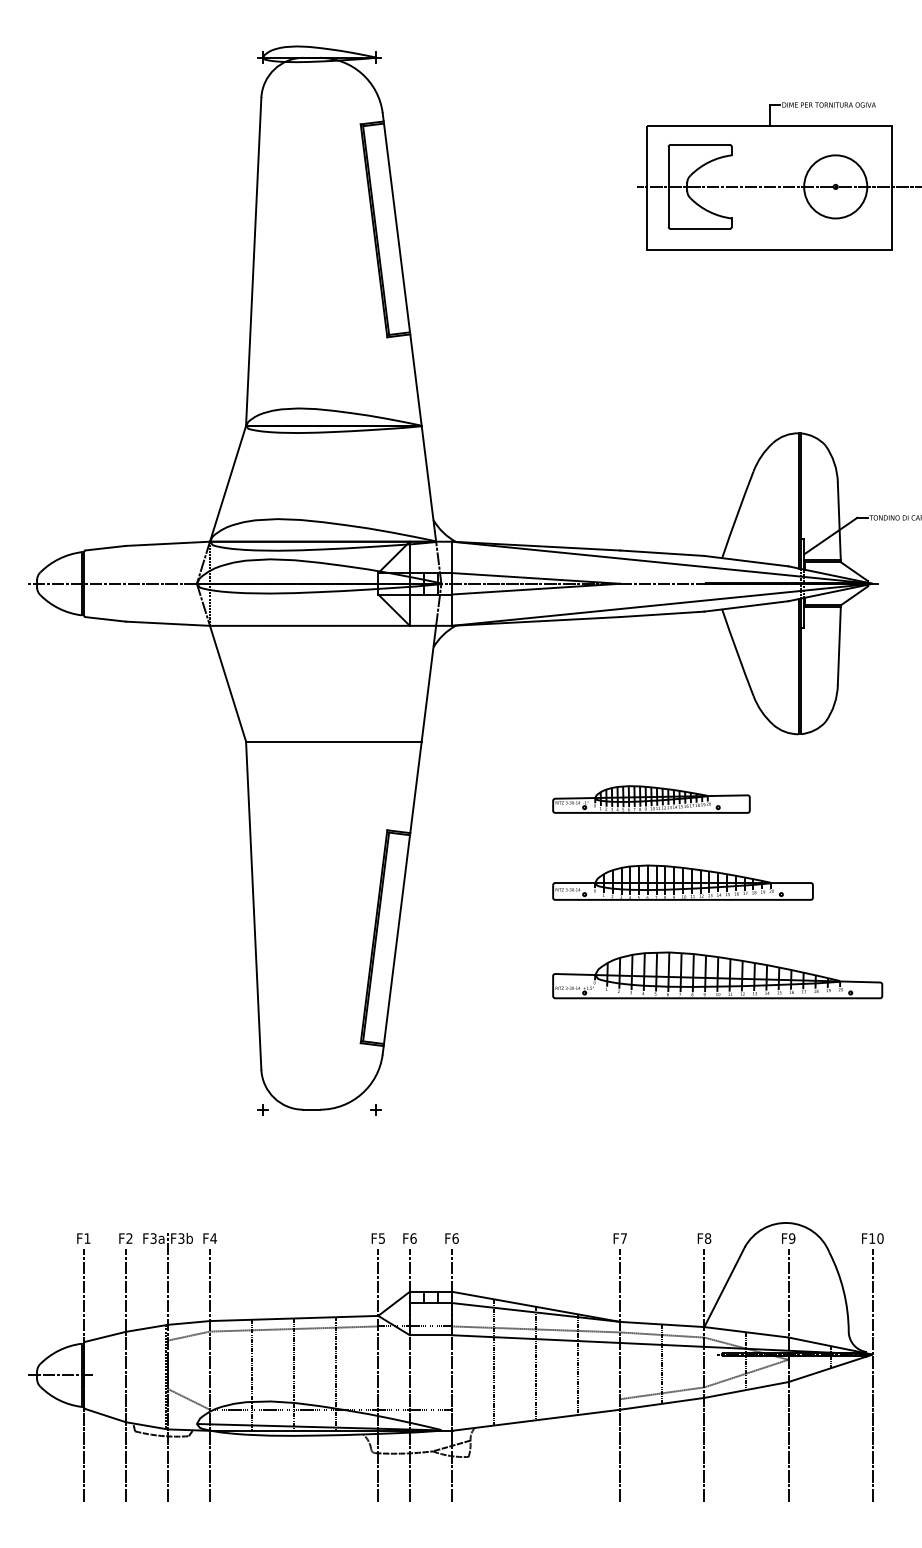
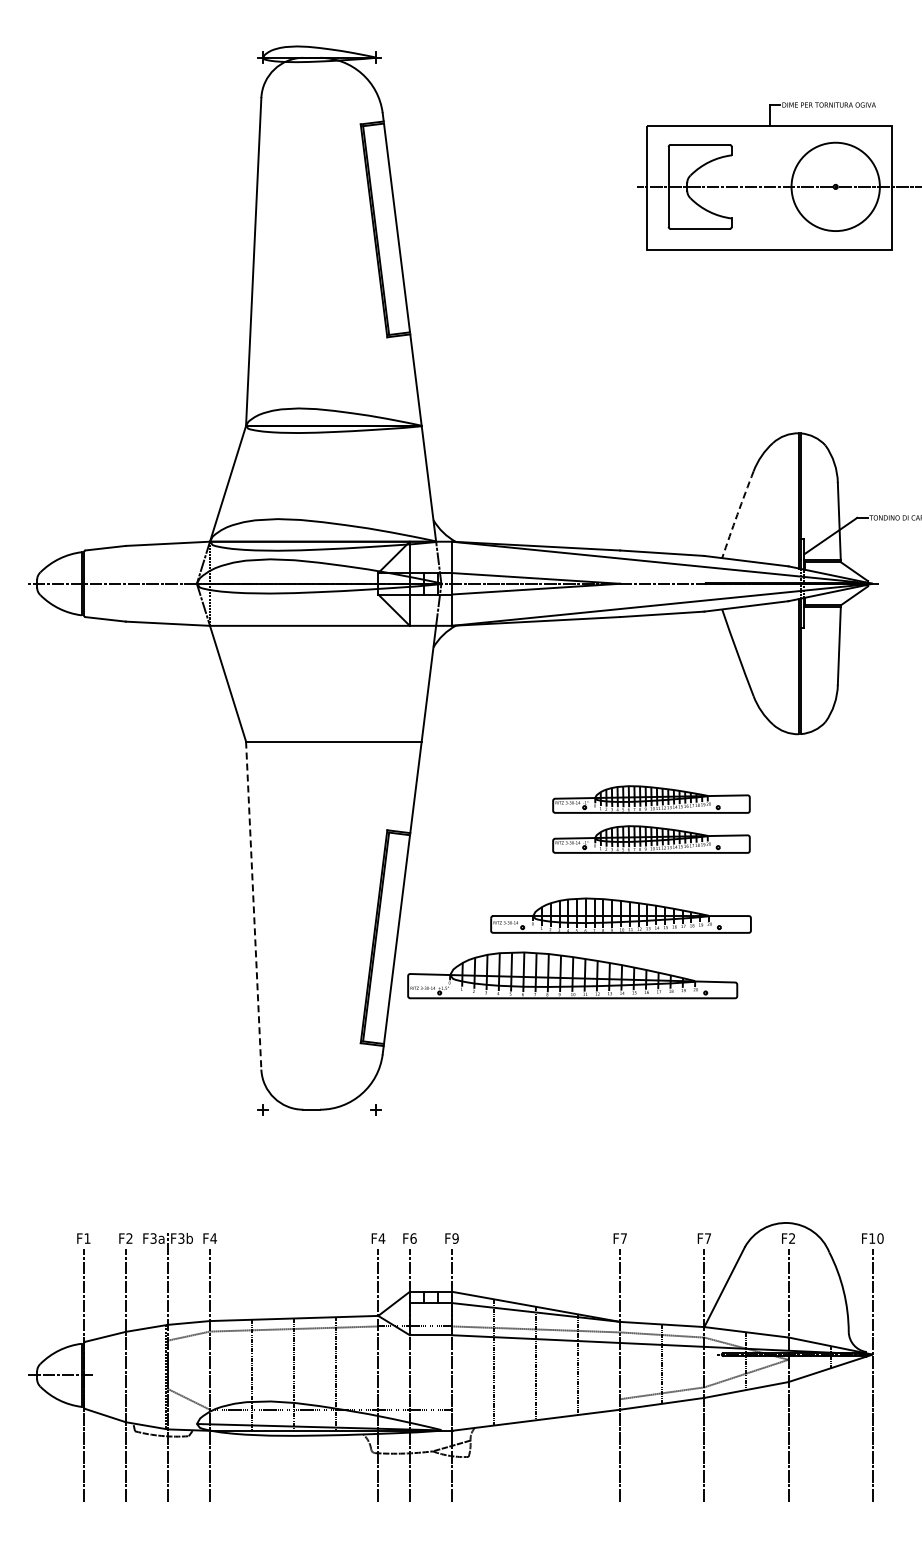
circle at (835, 186) diameter: 63 px -> 88 px
arc at (737, 514): solid -> dashed
part at (651, 839): none -> present
part at (682, 882) position: (682, 882) -> (620, 915)
line at (253, 906): solid -> dashed
part at (717, 975) position: (717, 975) -> (572, 975)
text at (381, 1238): F5 -> F4
text at (455, 1238): F6 -> F9
text at (708, 1238): F8 -> F7
text at (792, 1238): F9 -> F2
